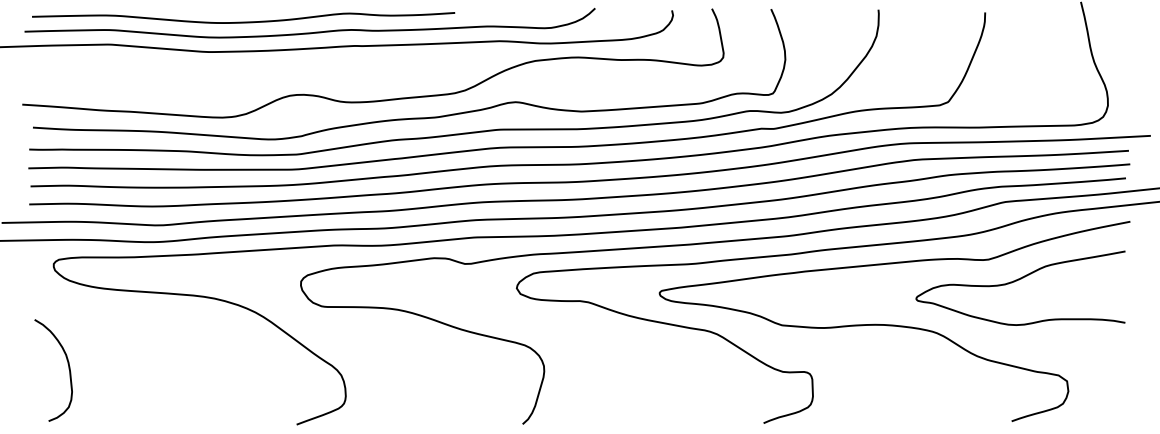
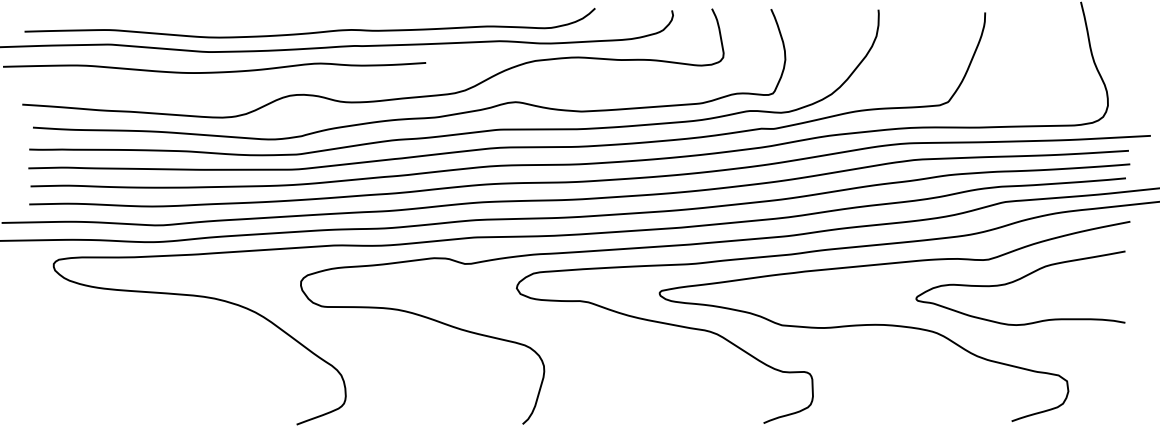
curve at (243, 21) position: (243, 21) -> (214, 71)
curve at (68, 369): present -> none
